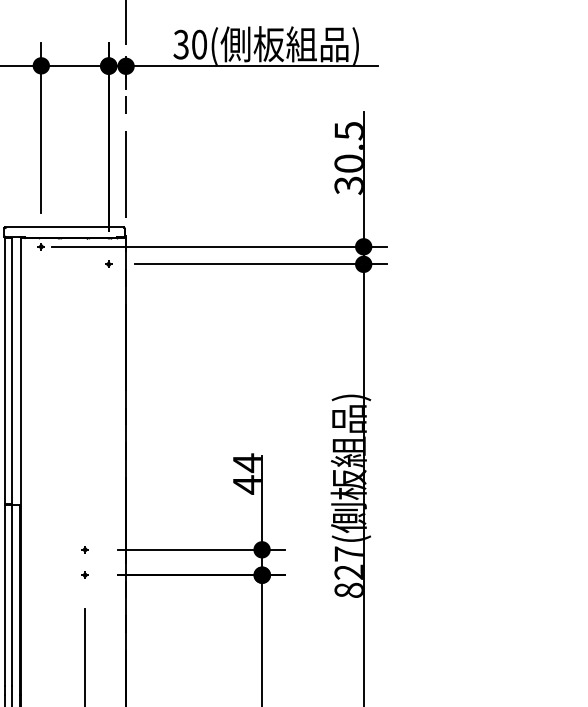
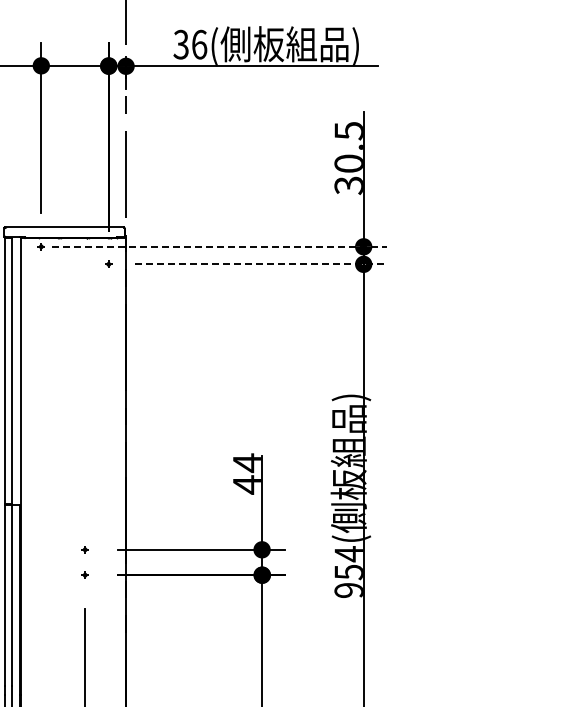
text at (199, 44): 30( -> 36(
line at (219, 246): solid -> dashed
line at (260, 264): solid -> dashed
text at (348, 571): 827( -> 954(
